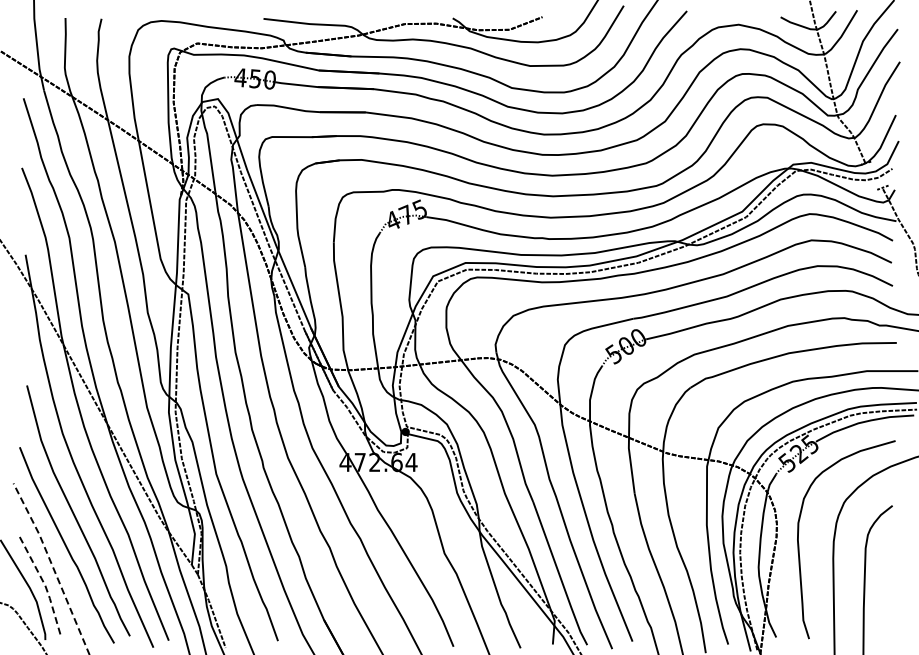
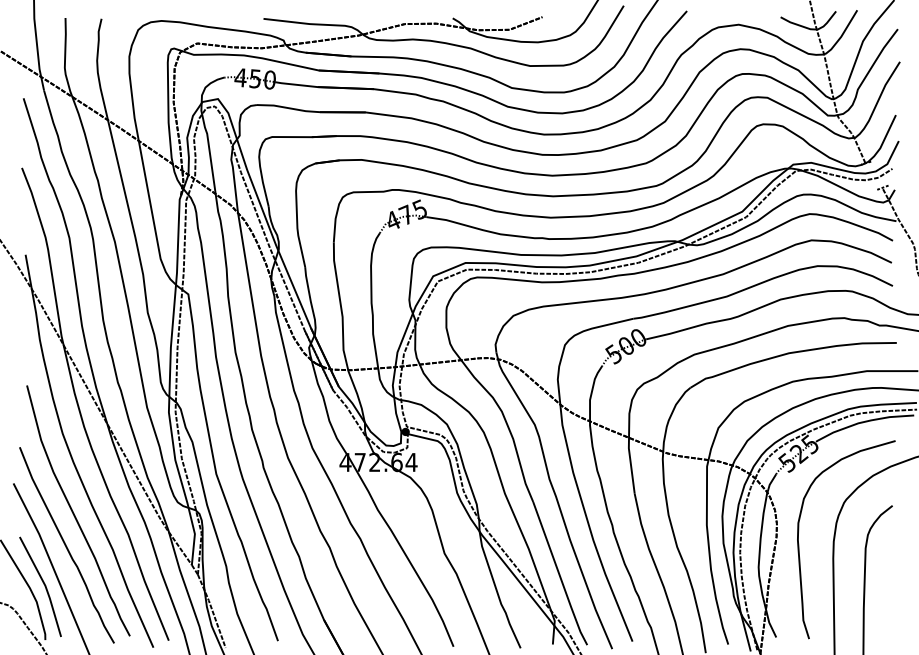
line at (52, 567): dashed -> solid
line at (45, 585): dashed -> solid
